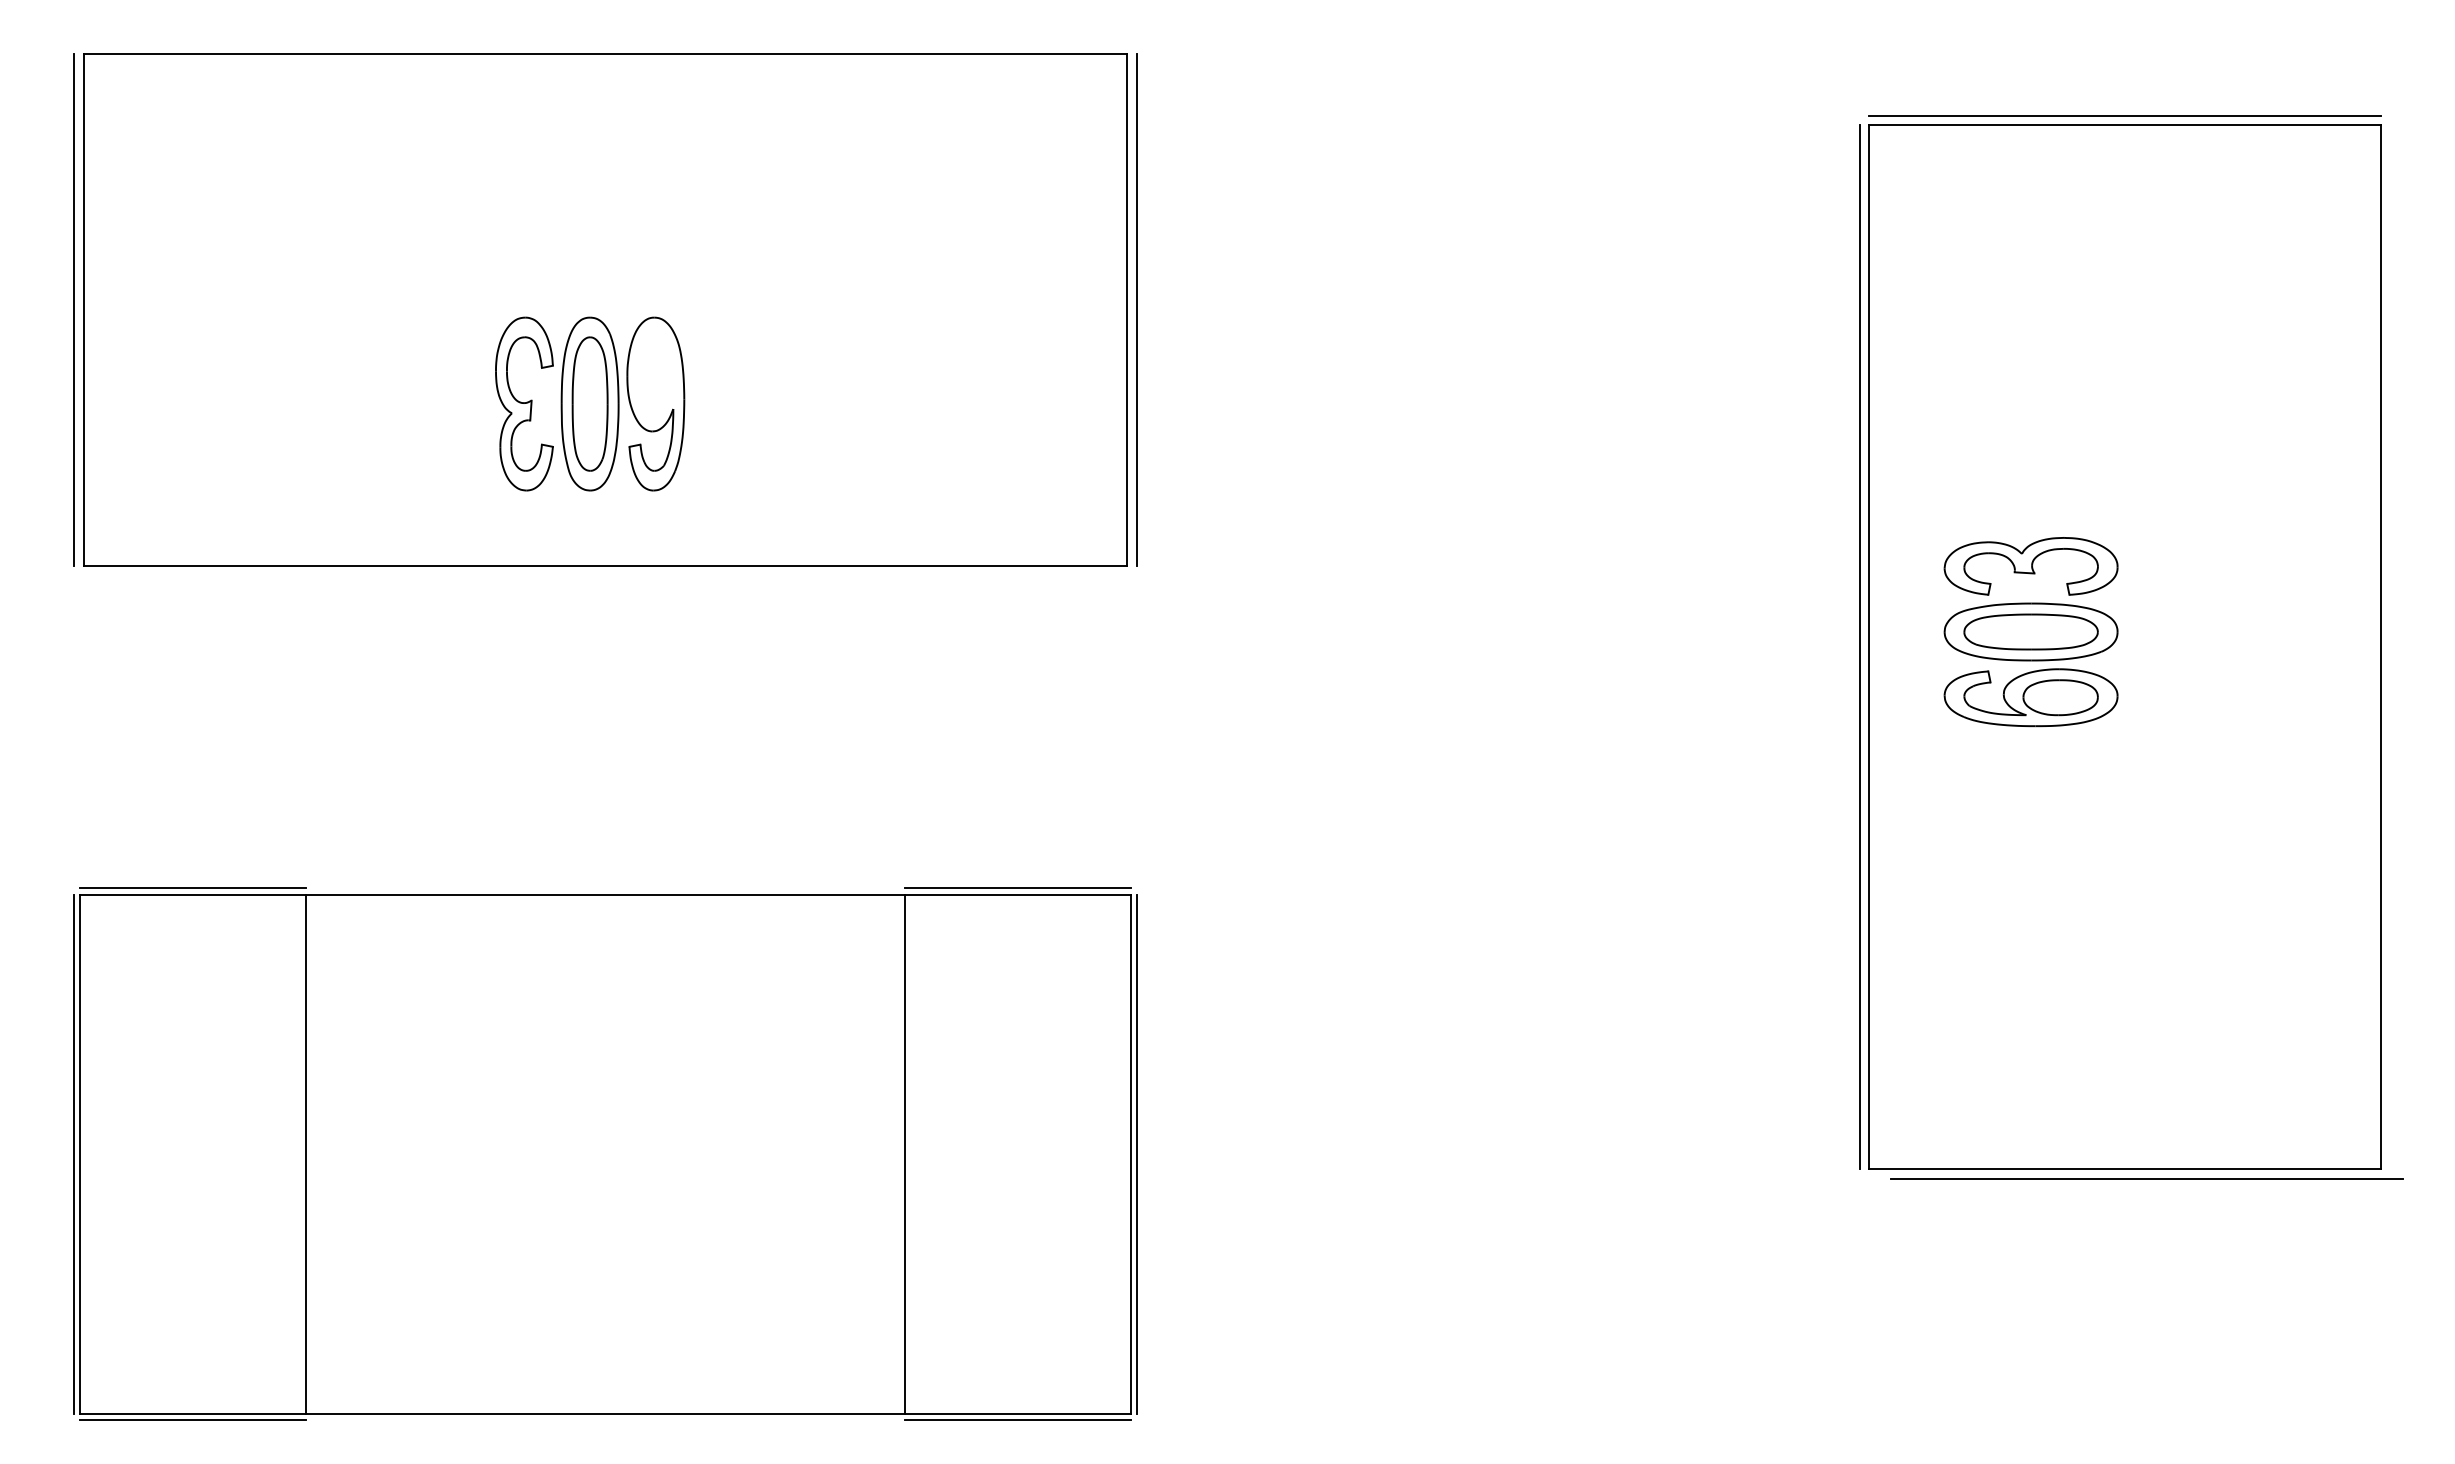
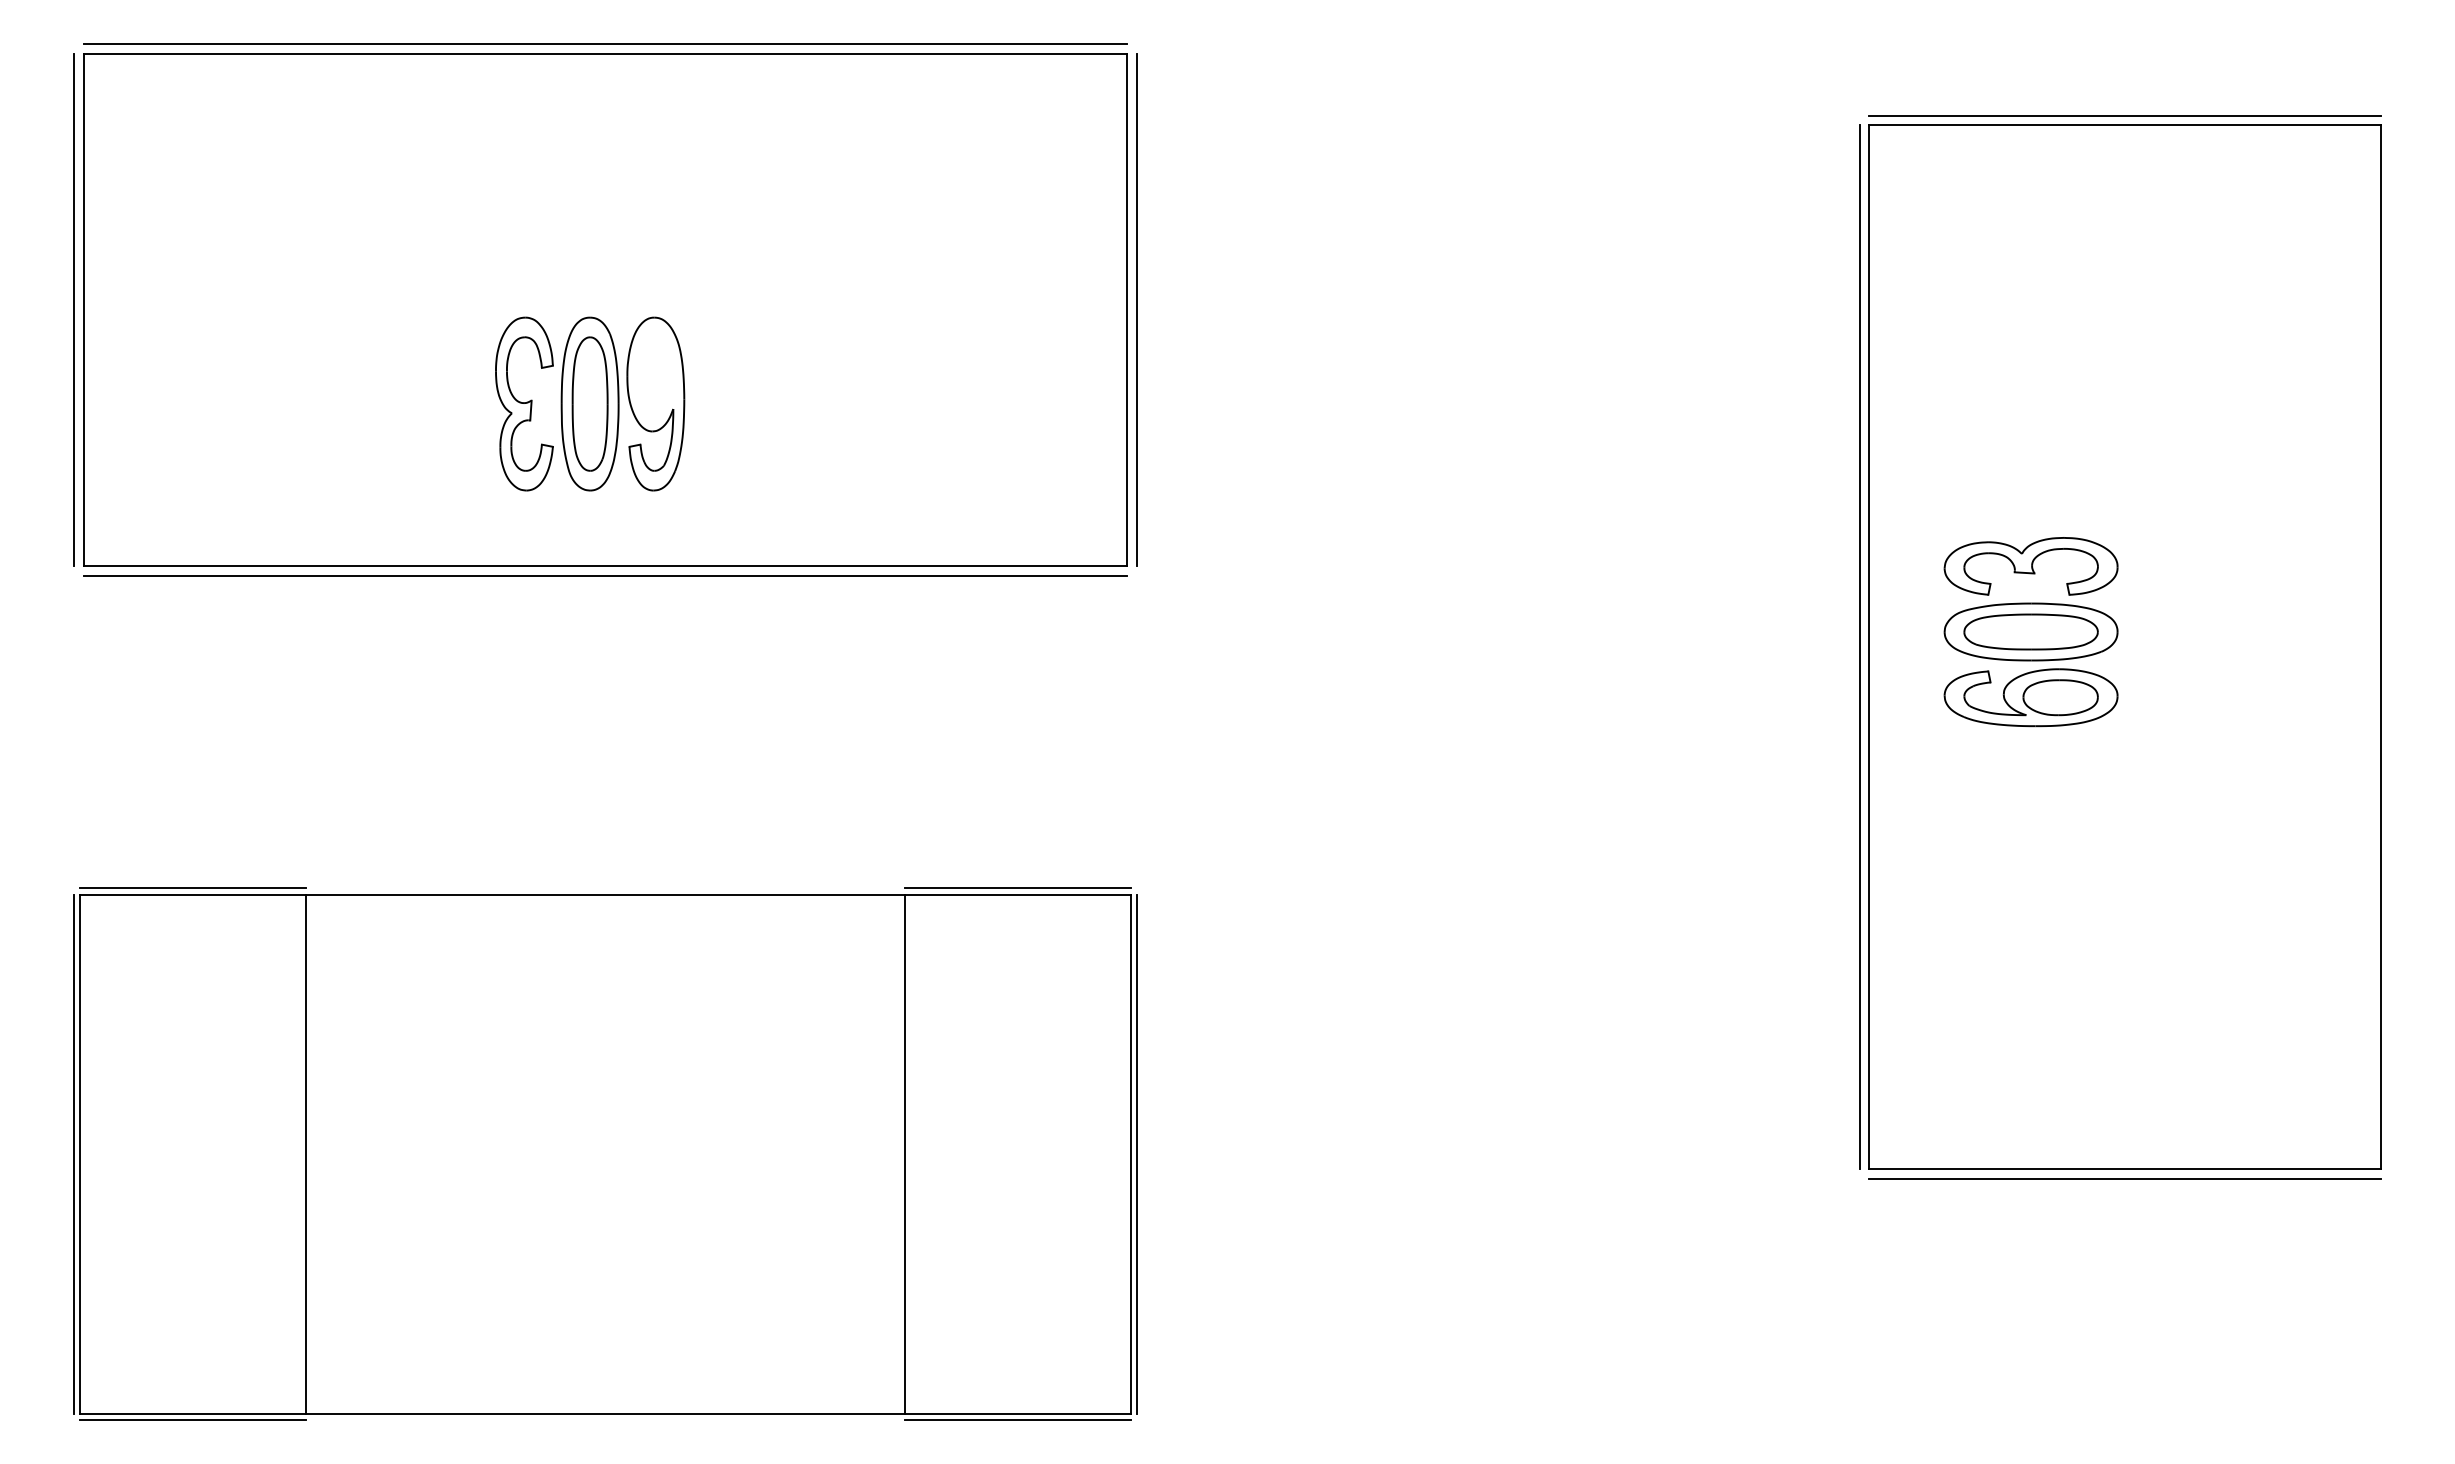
line at (605, 43): none -> present
line at (605, 575): none -> present
line at (2146, 1178) position: (2146, 1178) -> (2124, 1178)
